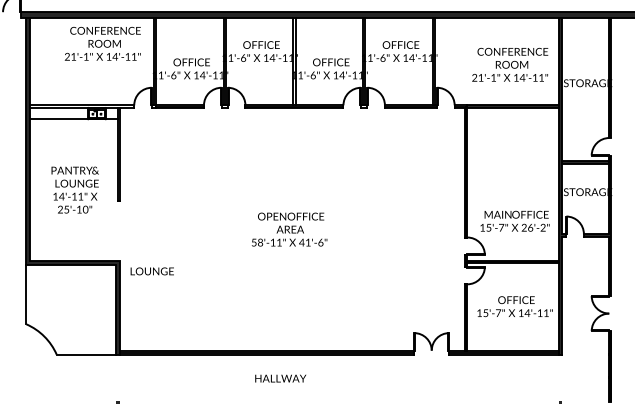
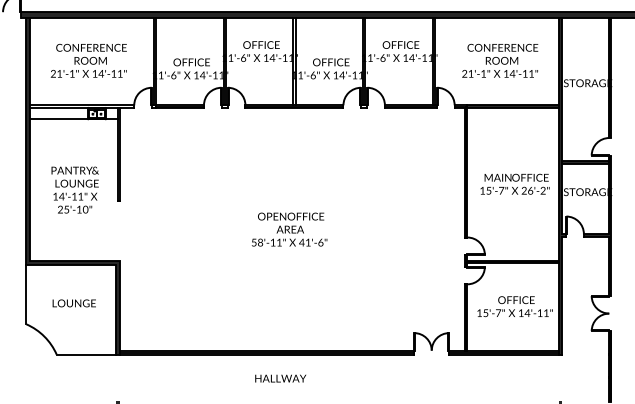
text at (102, 43) position: (102, 43) -> (88, 60)
text at (510, 64) position: (510, 64) -> (500, 60)
text at (514, 220) position: (514, 220) -> (514, 183)
text at (151, 271) position: (151, 271) -> (73, 303)
